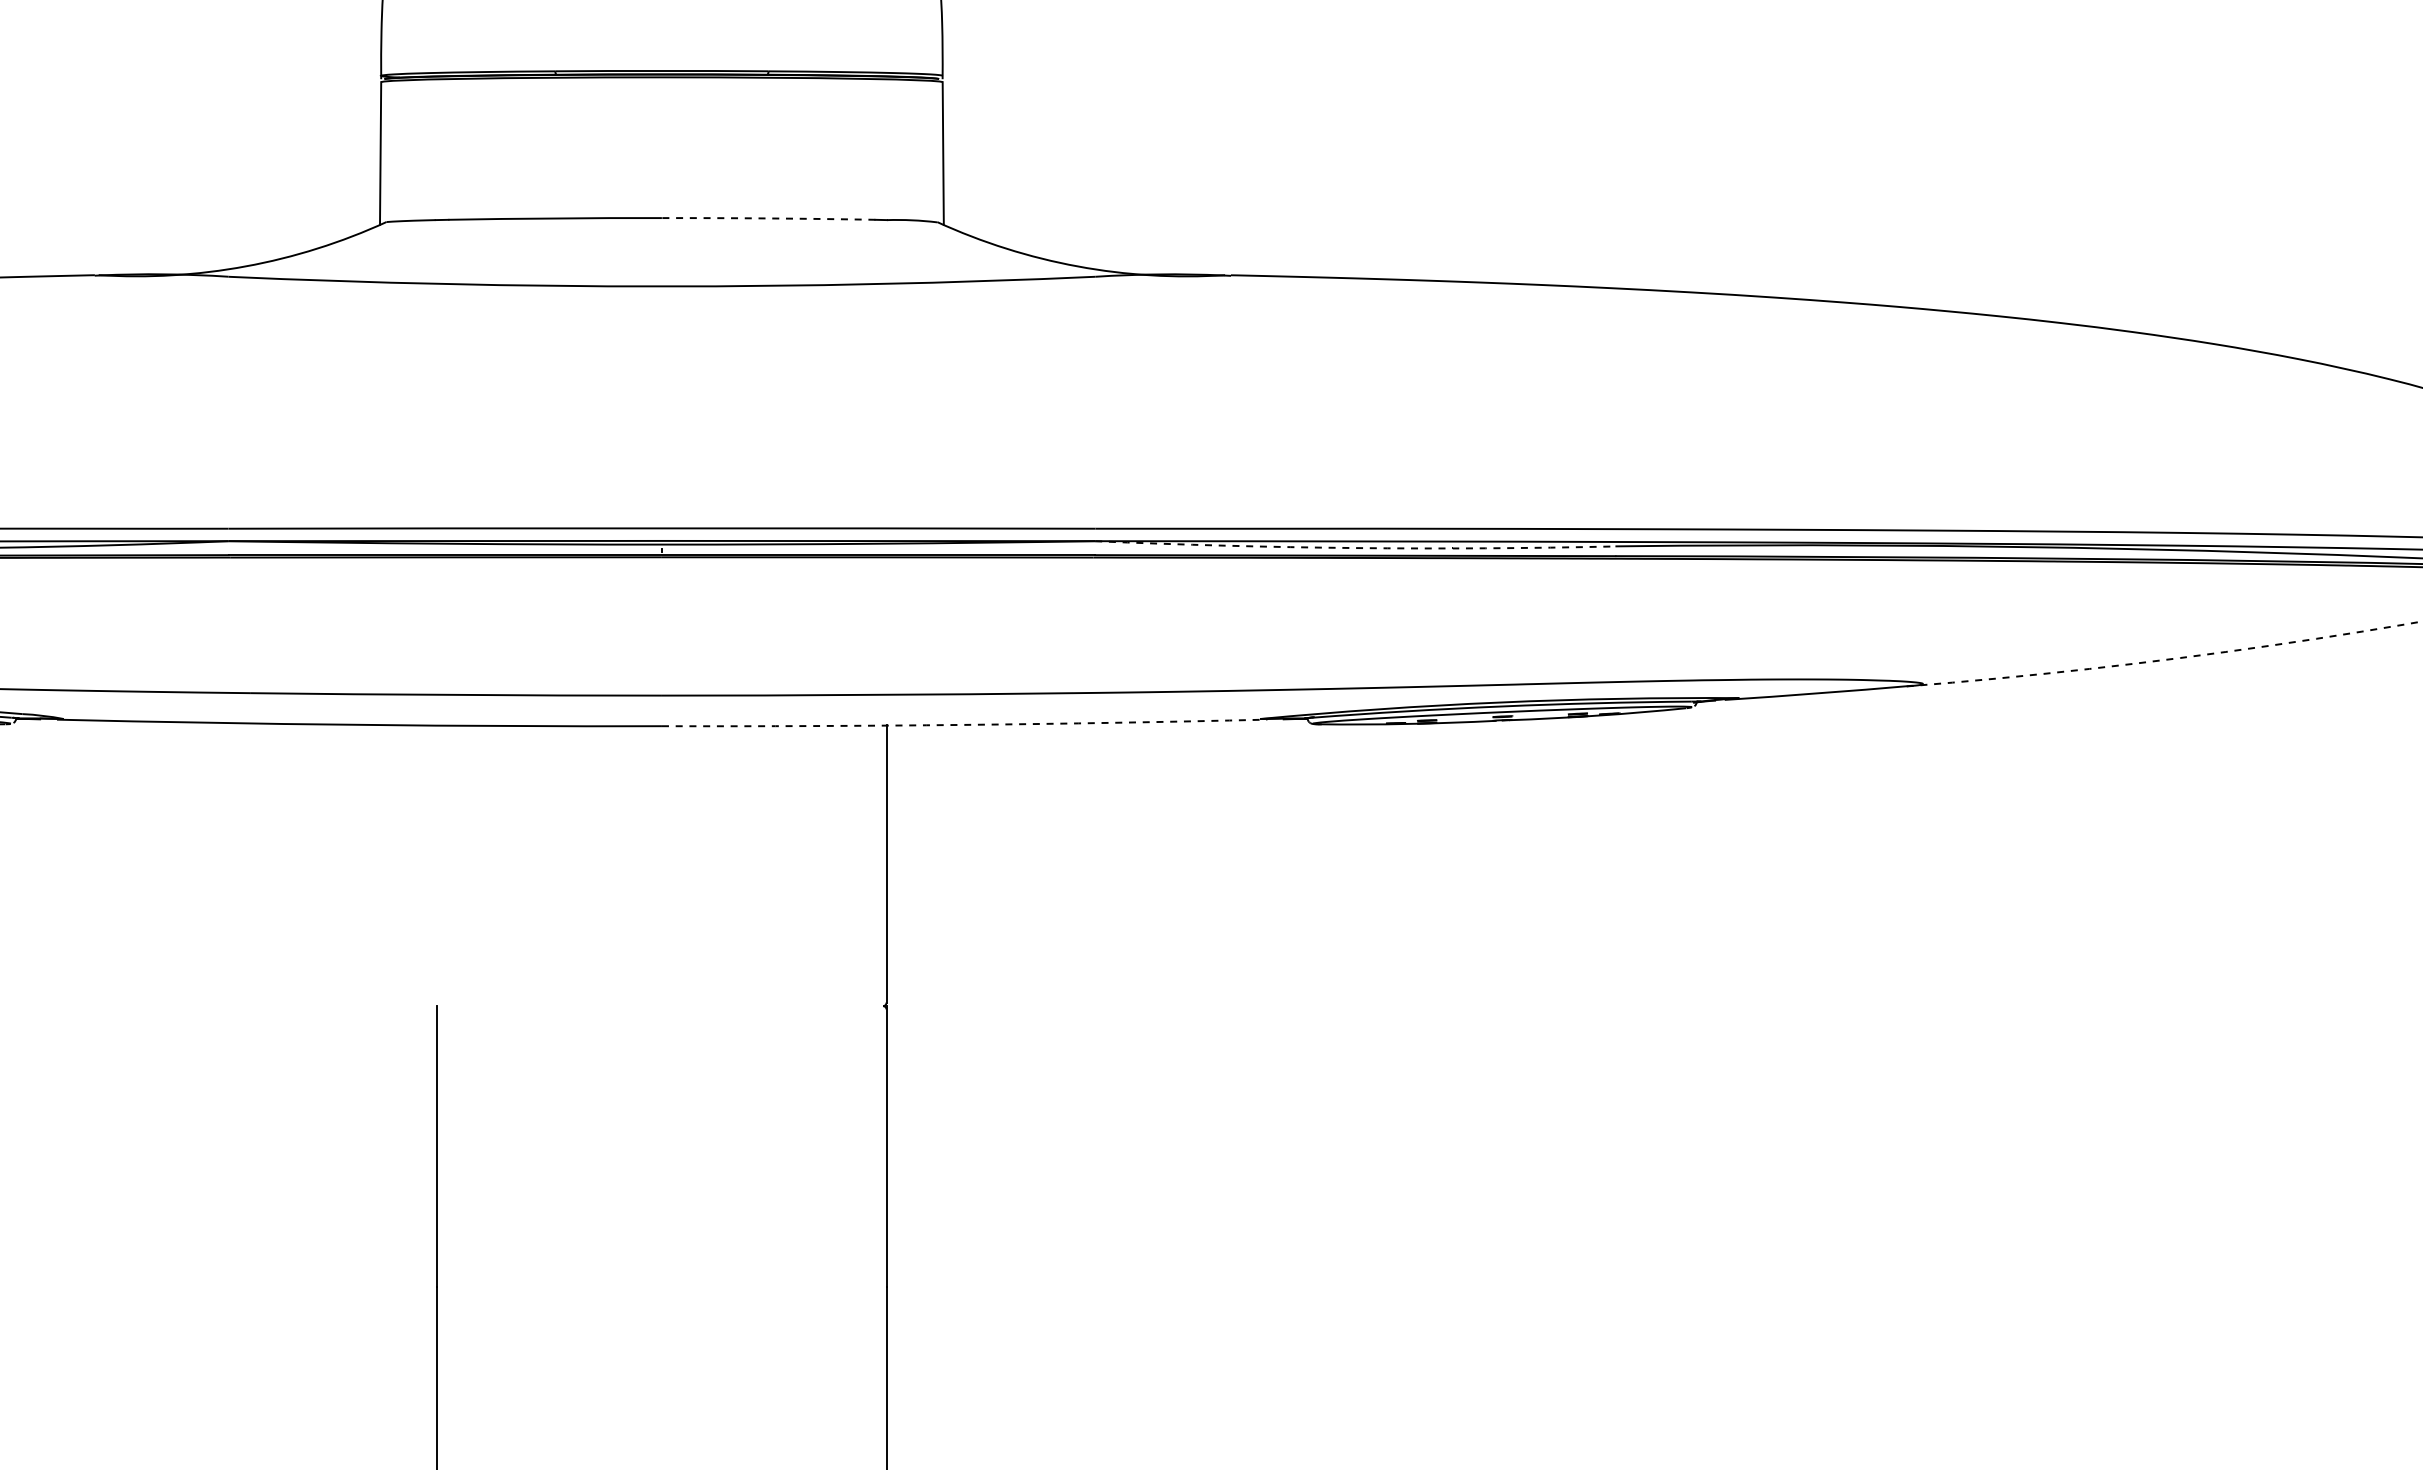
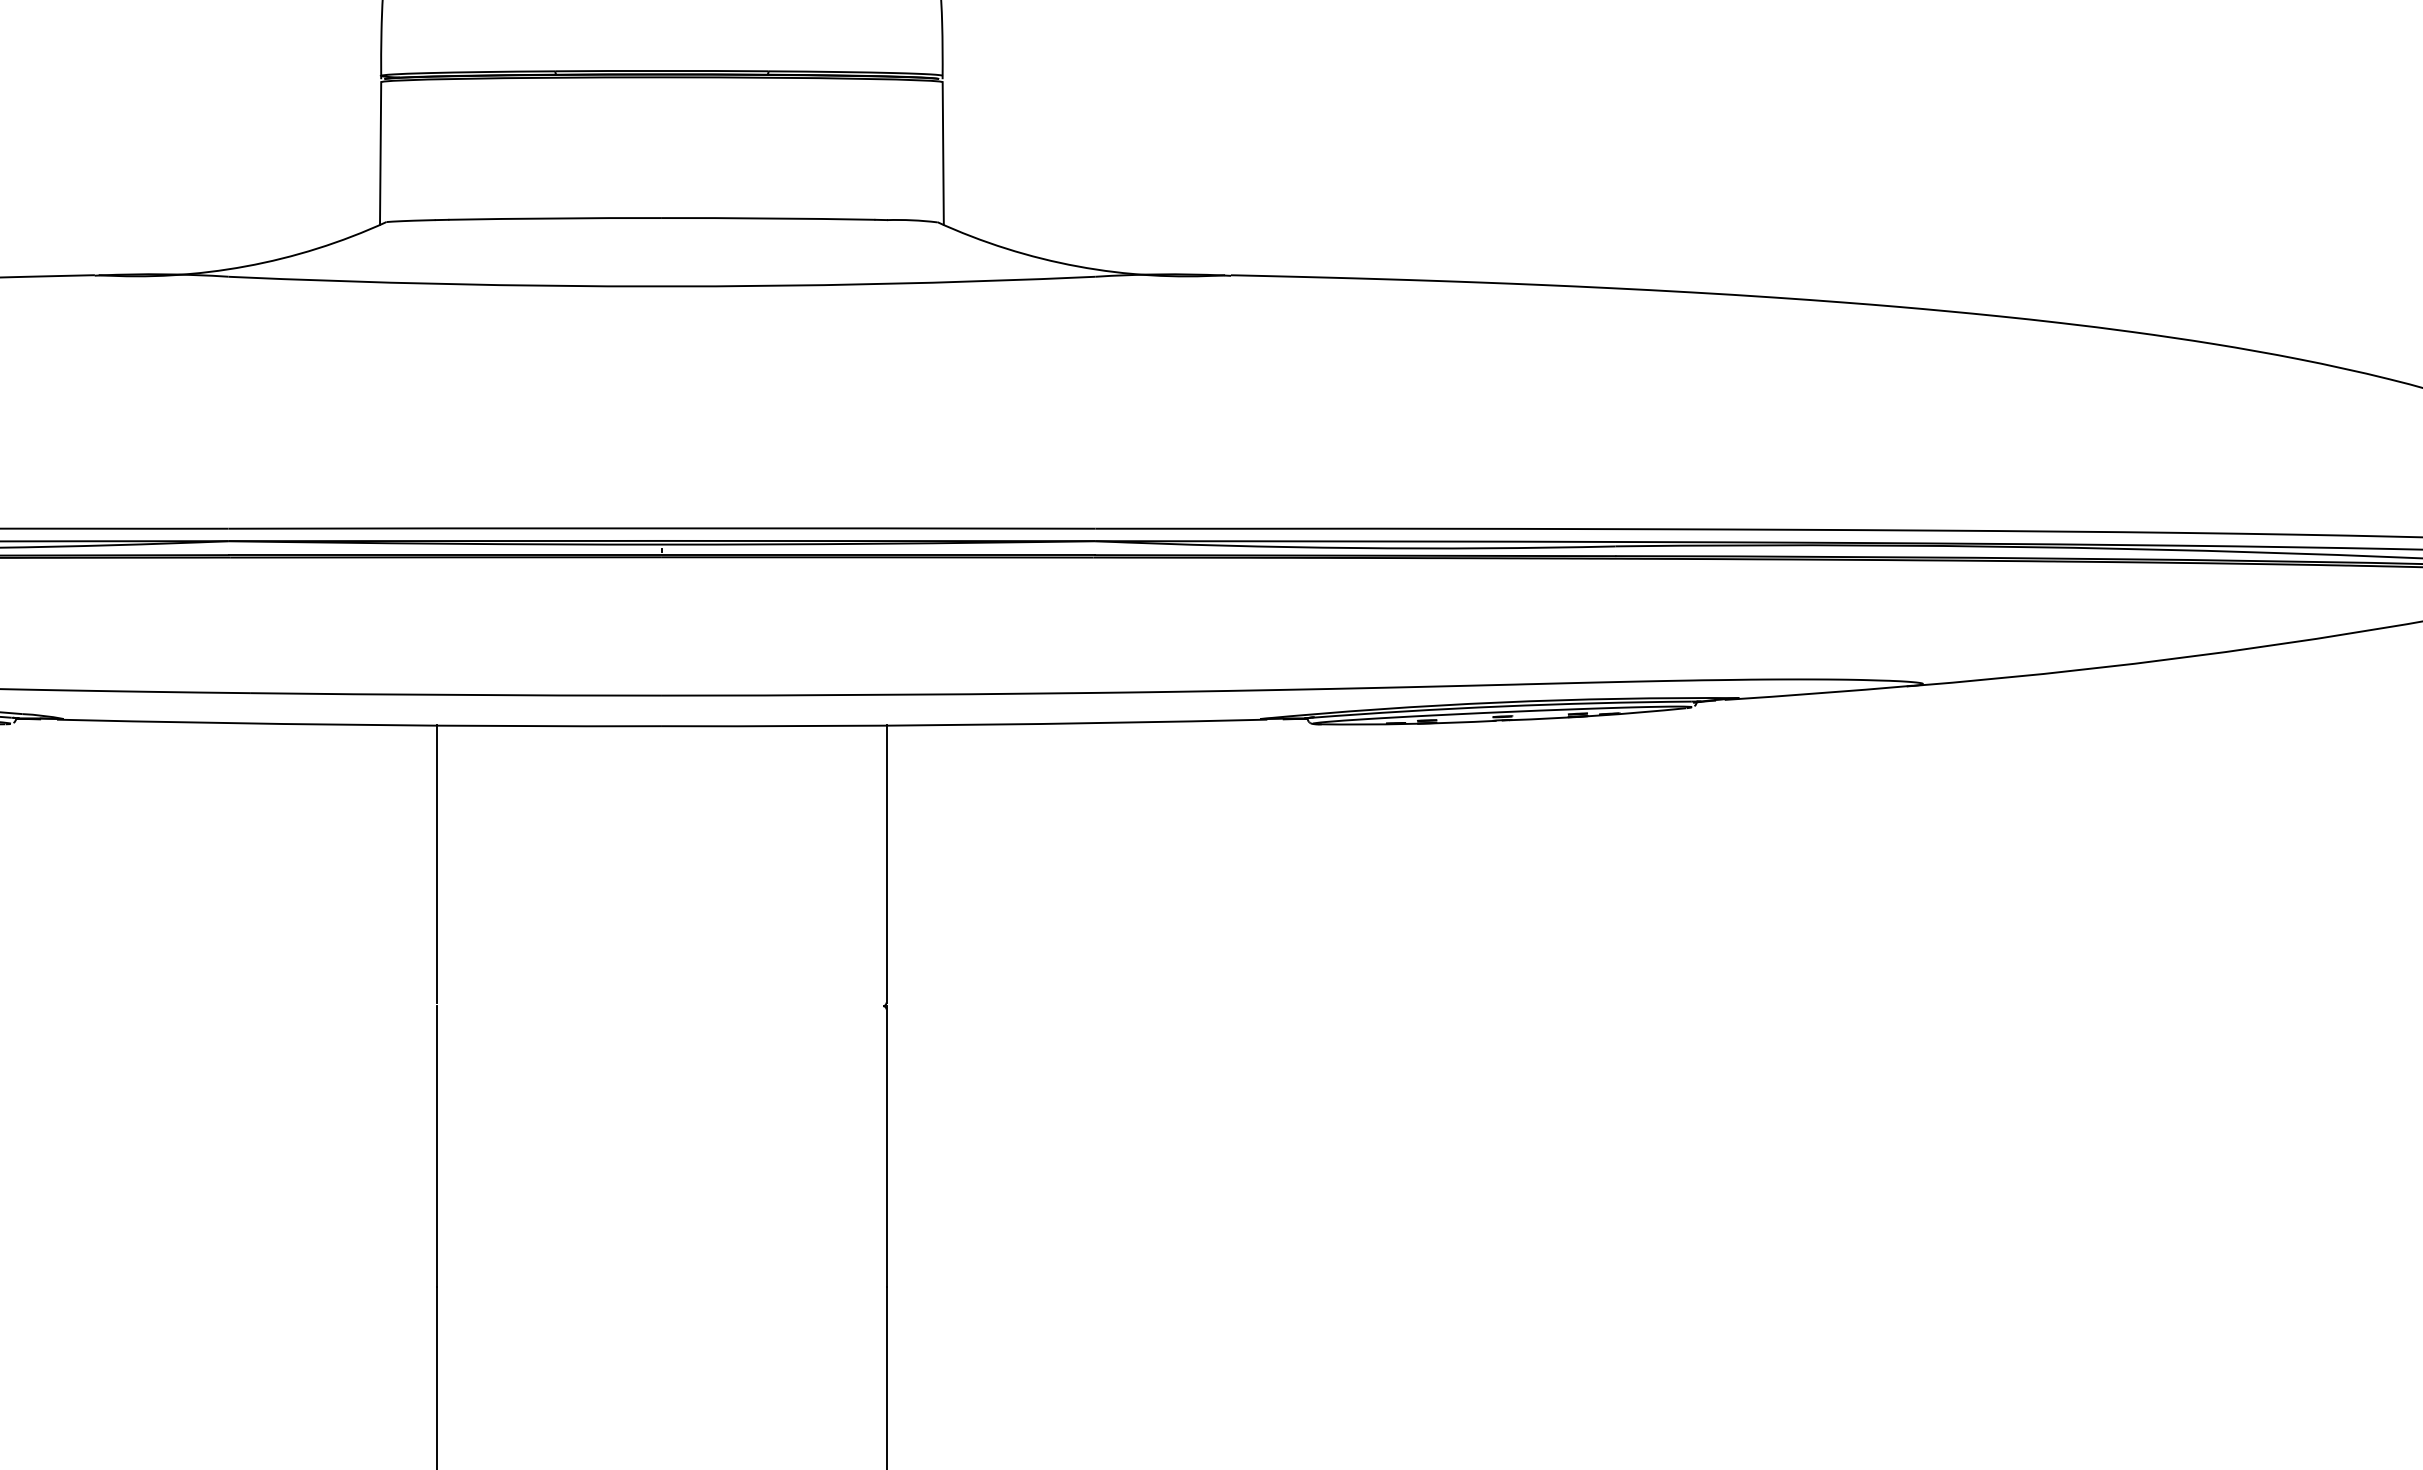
arc at (768, 218): dashed -> solid
arc at (1355, 548): dashed -> solid
arc at (2166, 659): dashed -> solid
arc at (964, 724): dashed -> solid
line at (437, 863): none -> present
